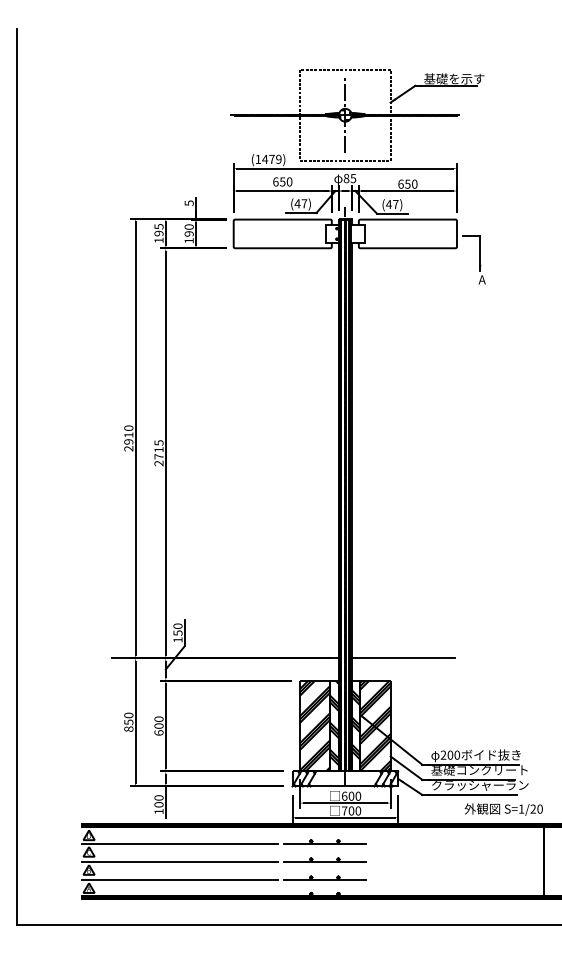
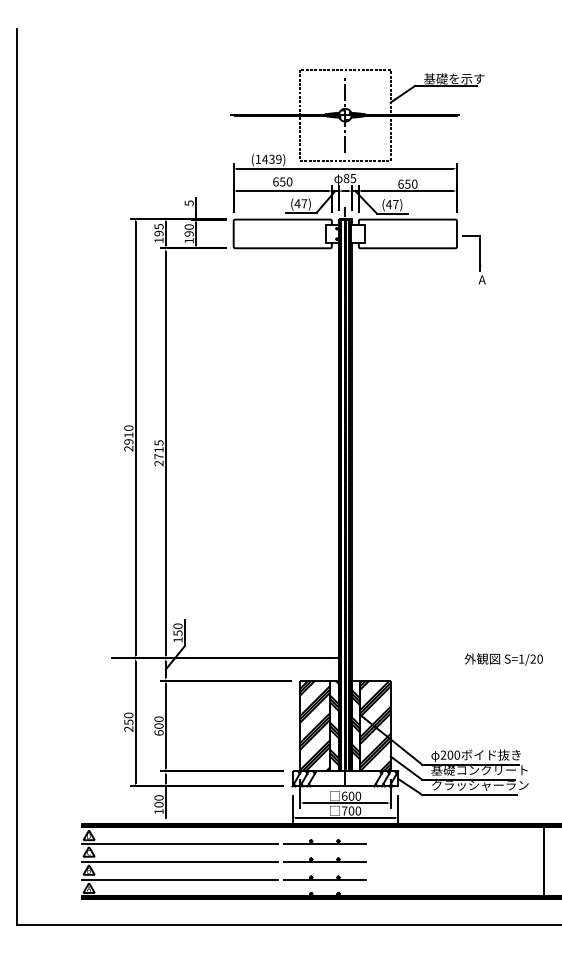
text at (271, 158): (1479) -> (1439)
line at (402, 658): present -> none
text at (128, 728): 850 -> 250
text at (503, 809) position: (503, 809) -> (503, 659)
